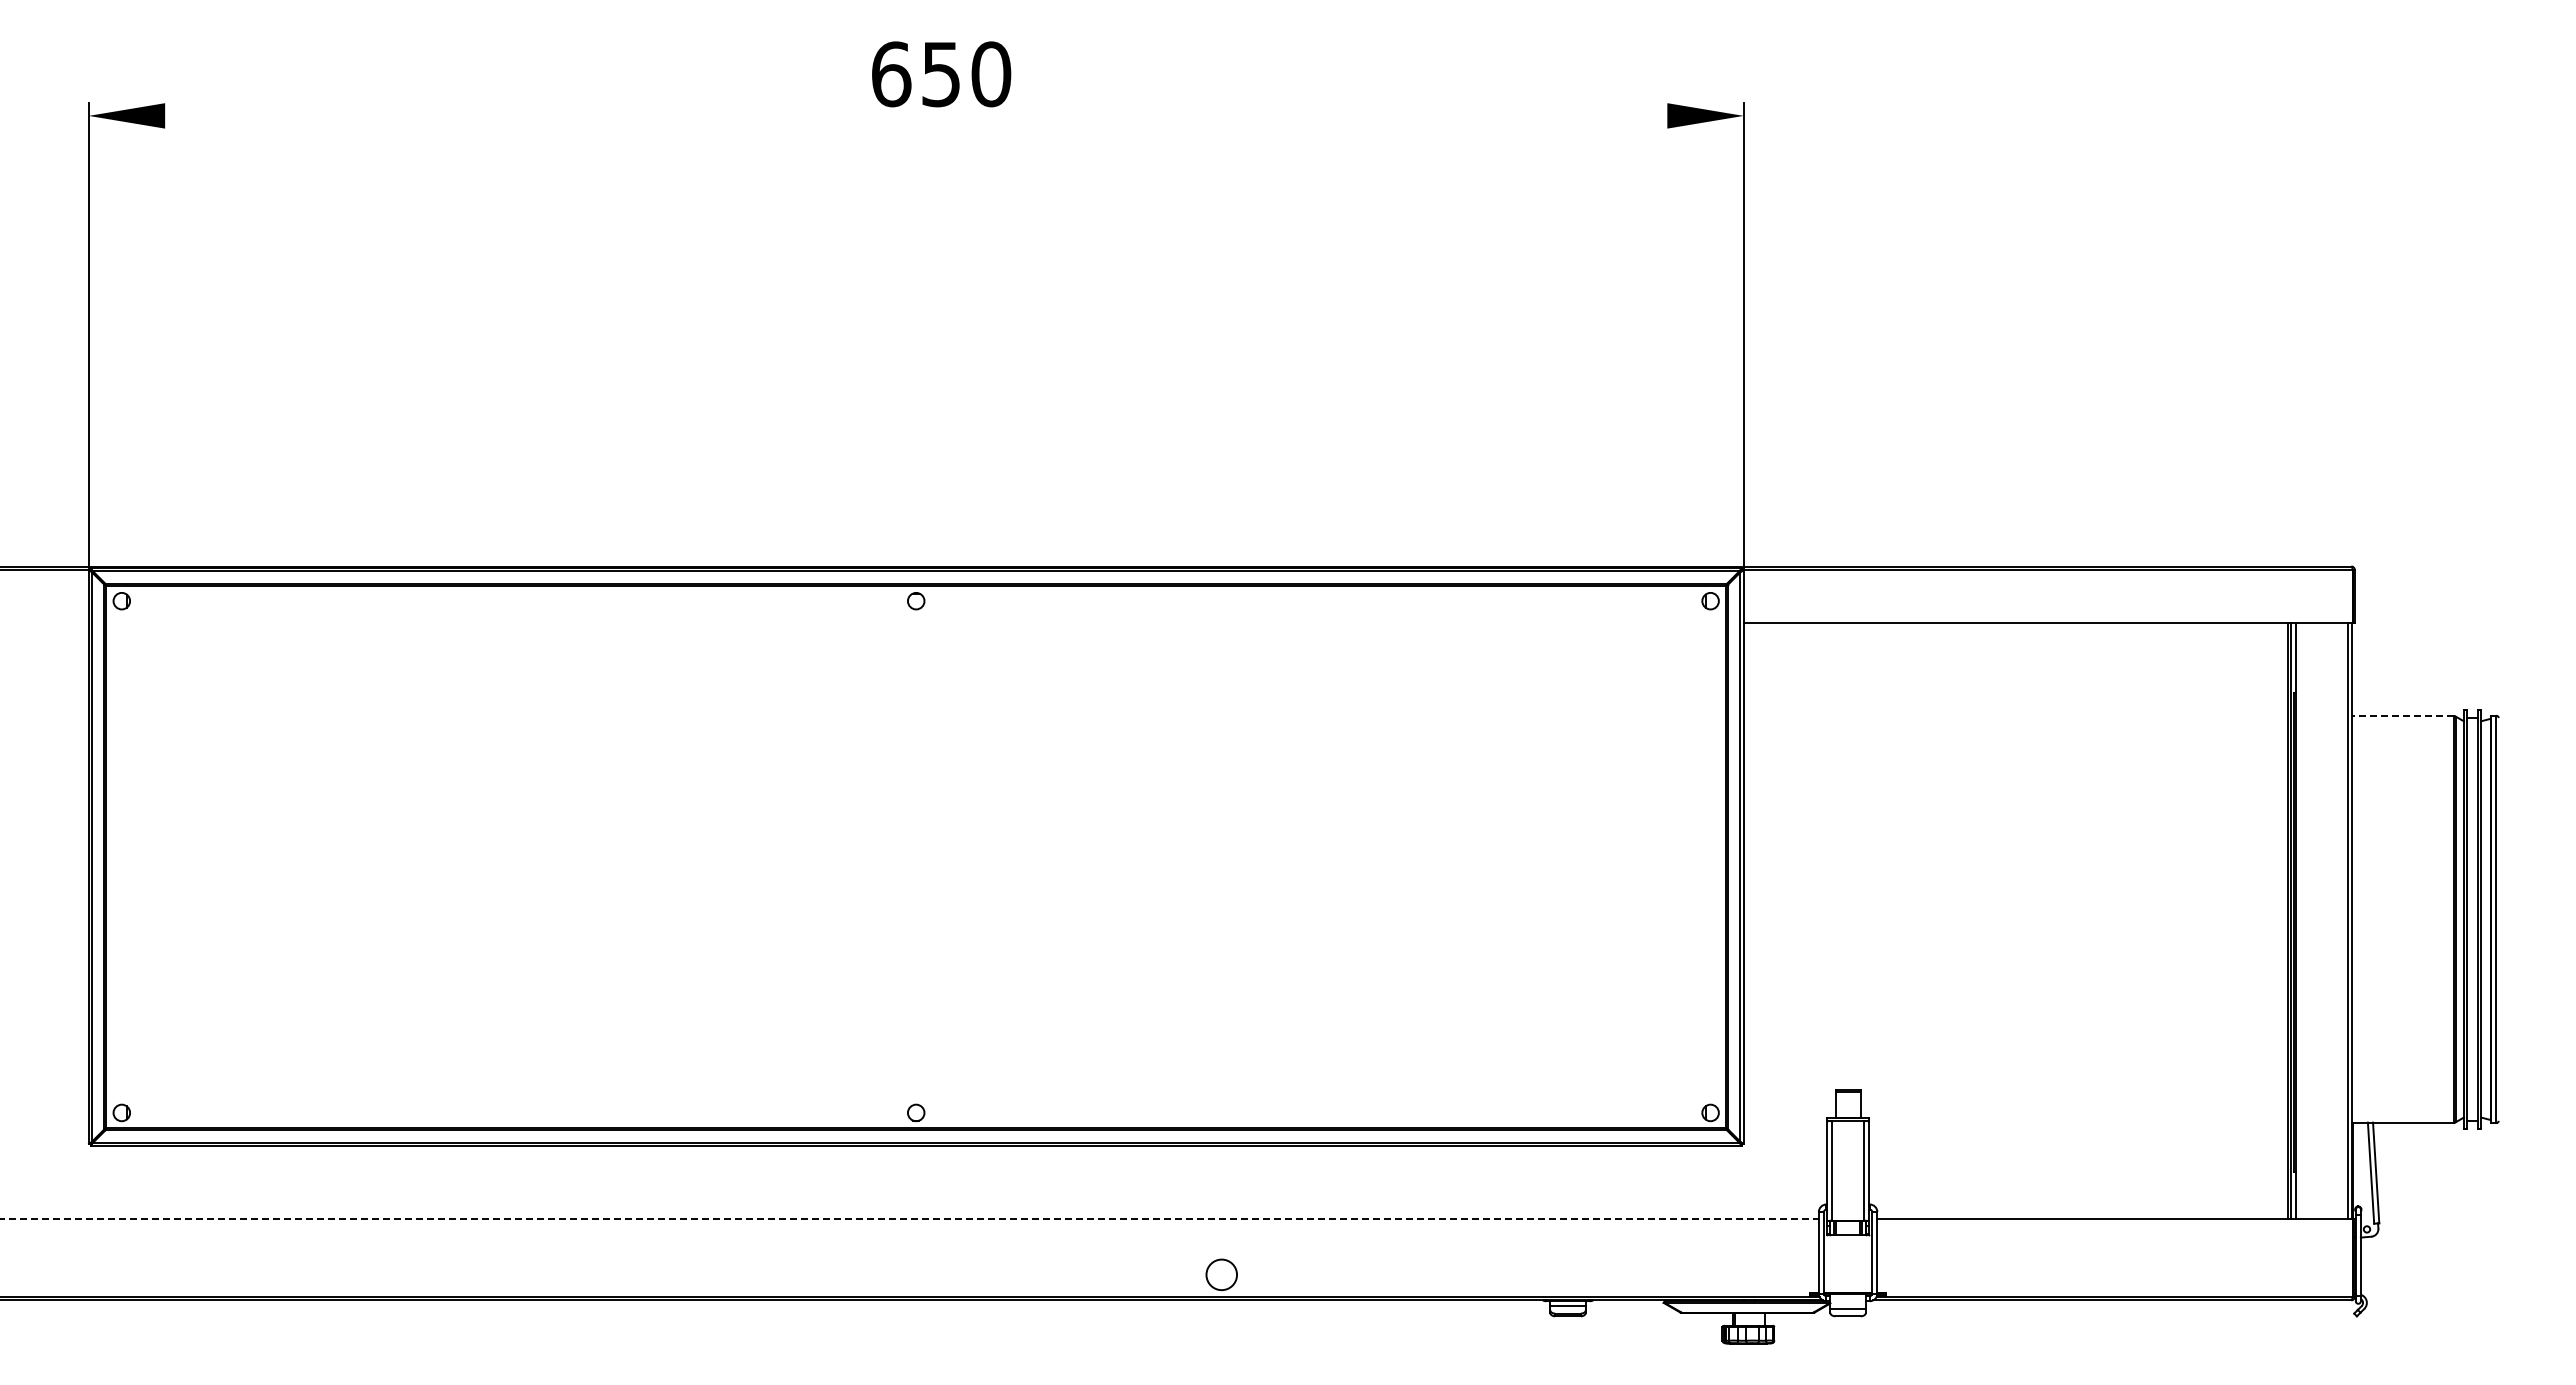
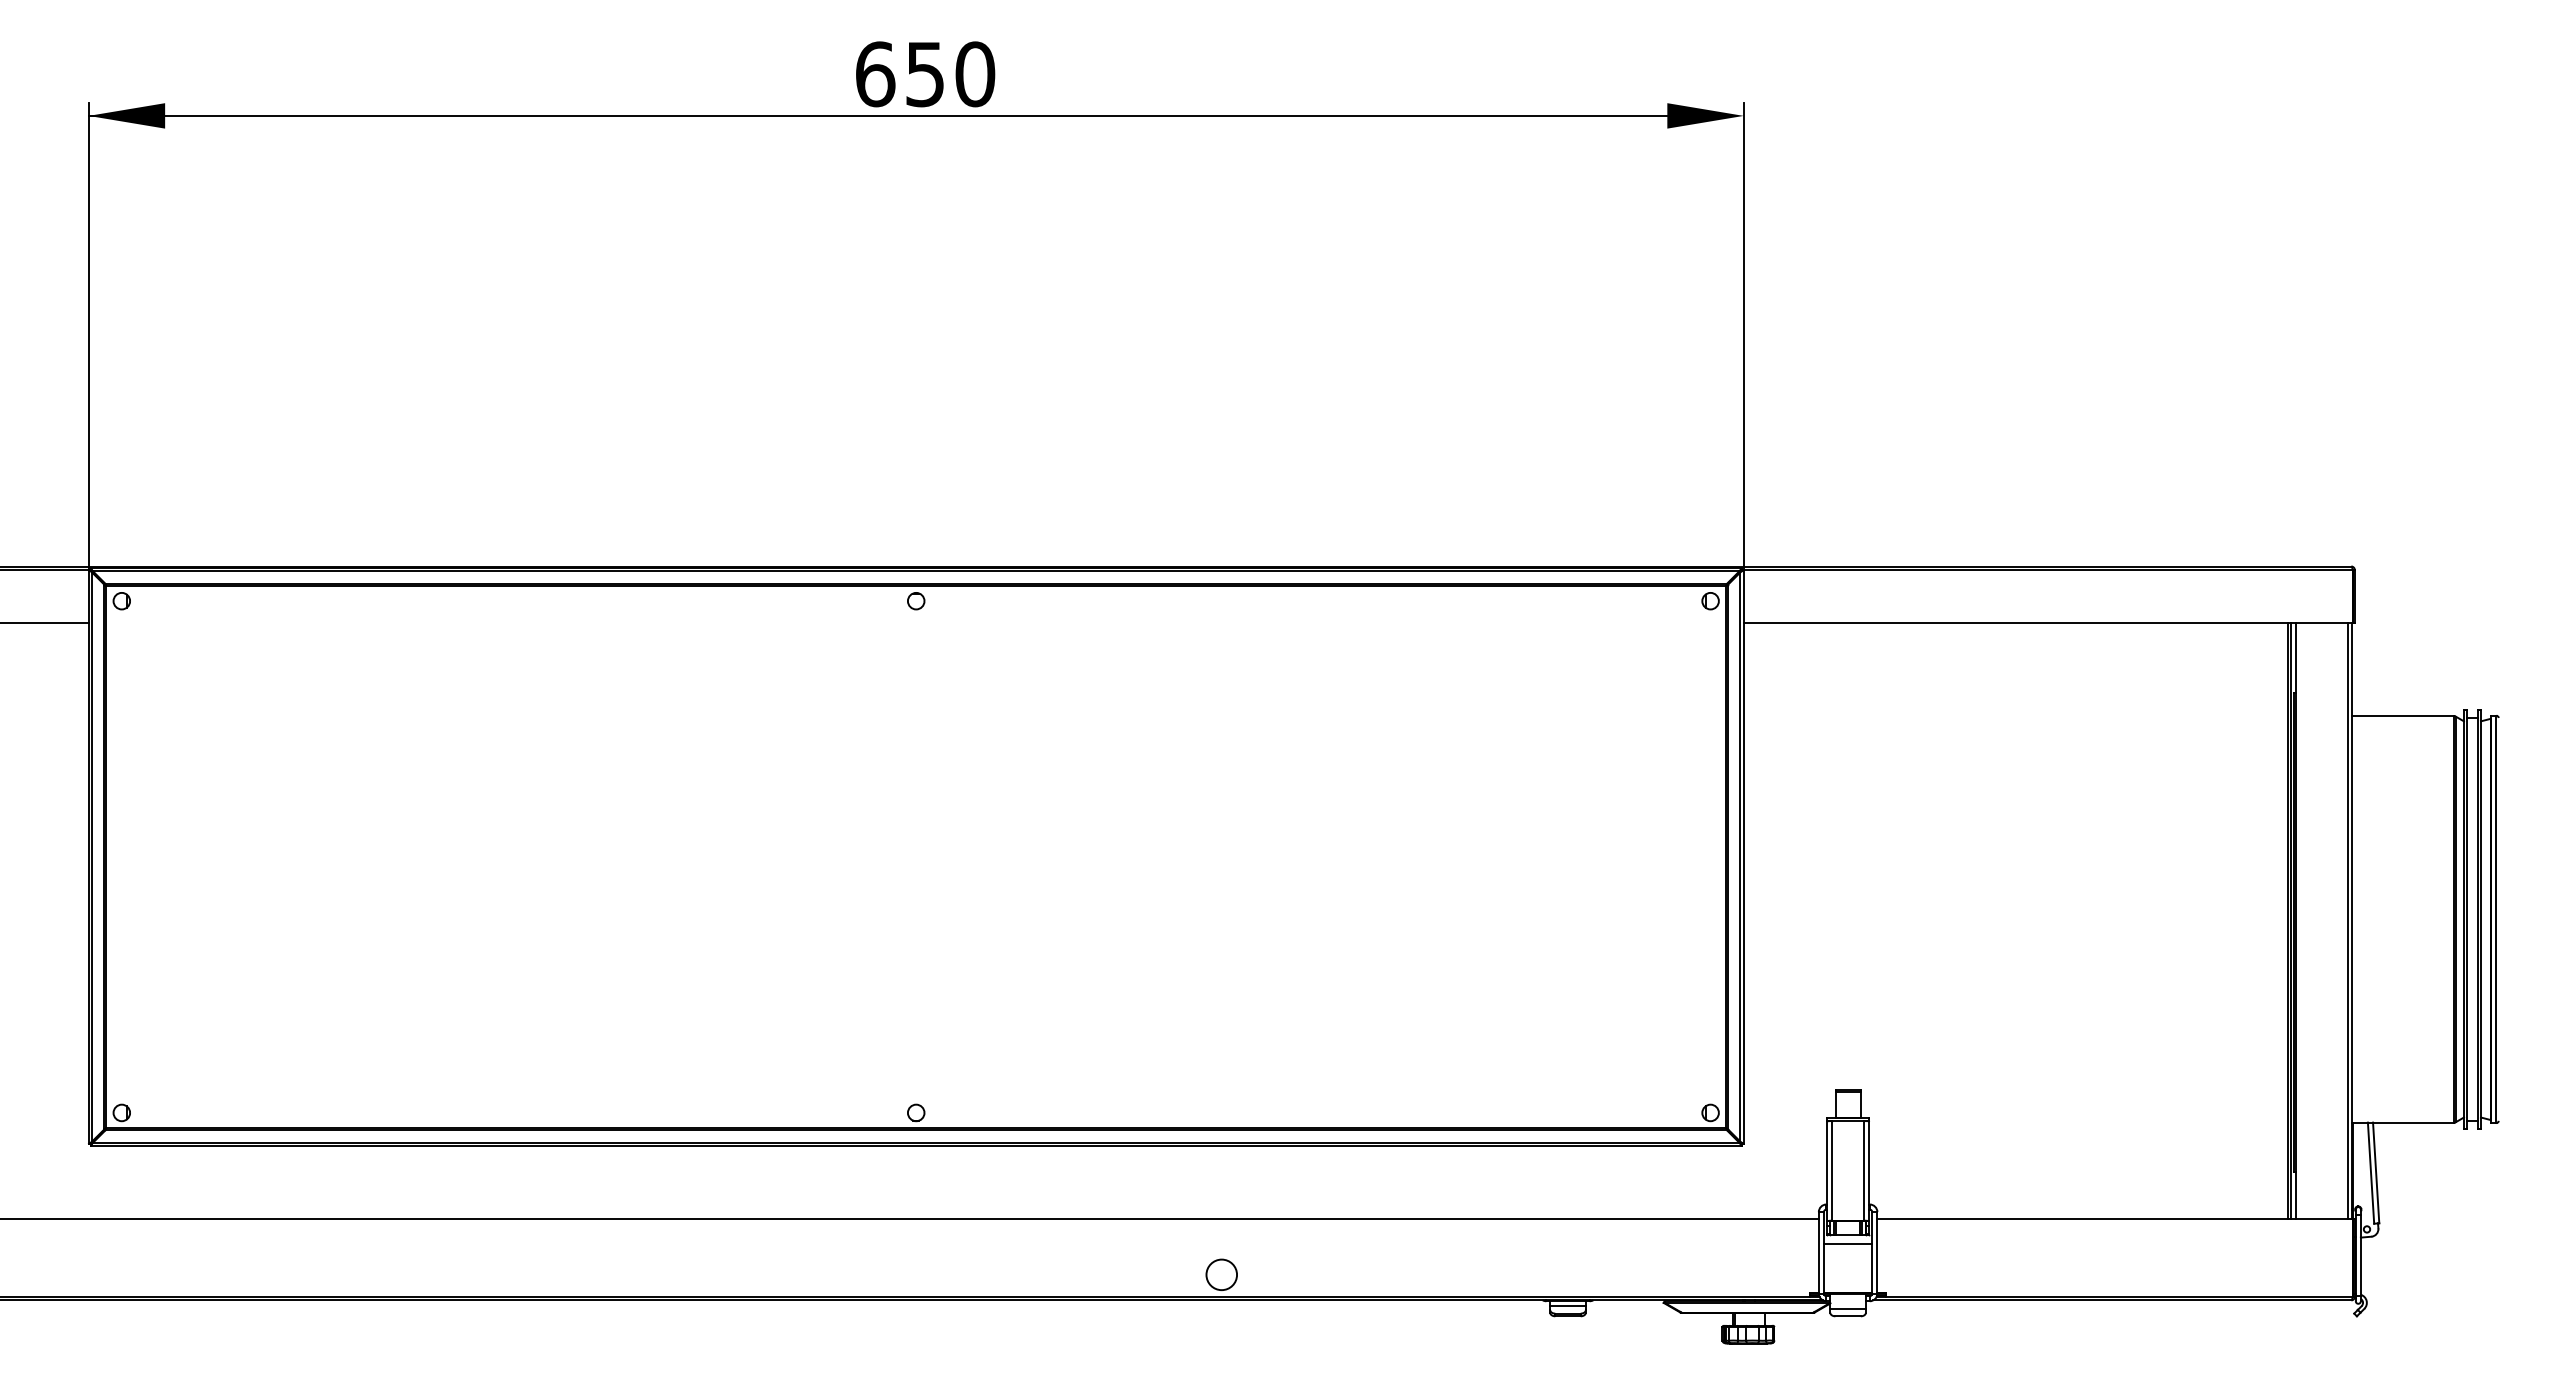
text at (941, 74) position: (941, 74) -> (925, 74)
line at (877, 115): none -> present
line at (45, 622): none -> present
line at (2402, 716): dashed -> solid
line at (910, 1218): dashed -> solid
line at (1847, 1244): none -> present
